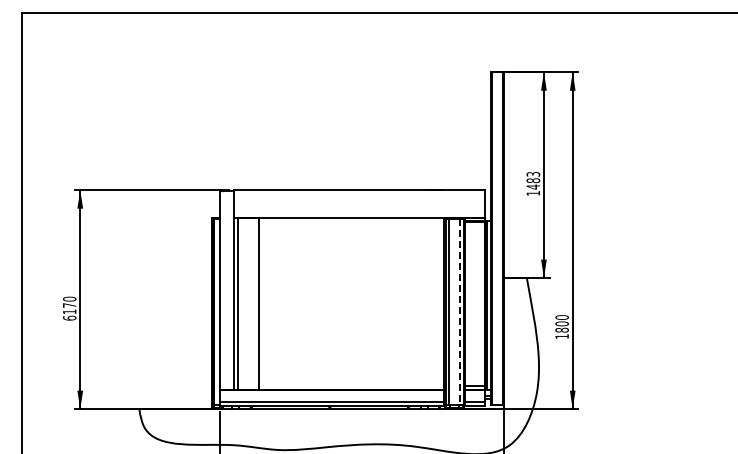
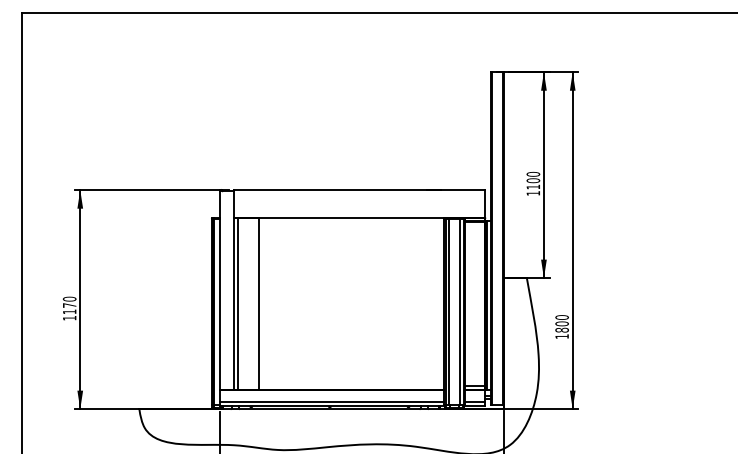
text at (533, 180): 1483 -> 1100
line at (459, 312): dashed -> solid
text at (69, 317): 6170 -> 1170
